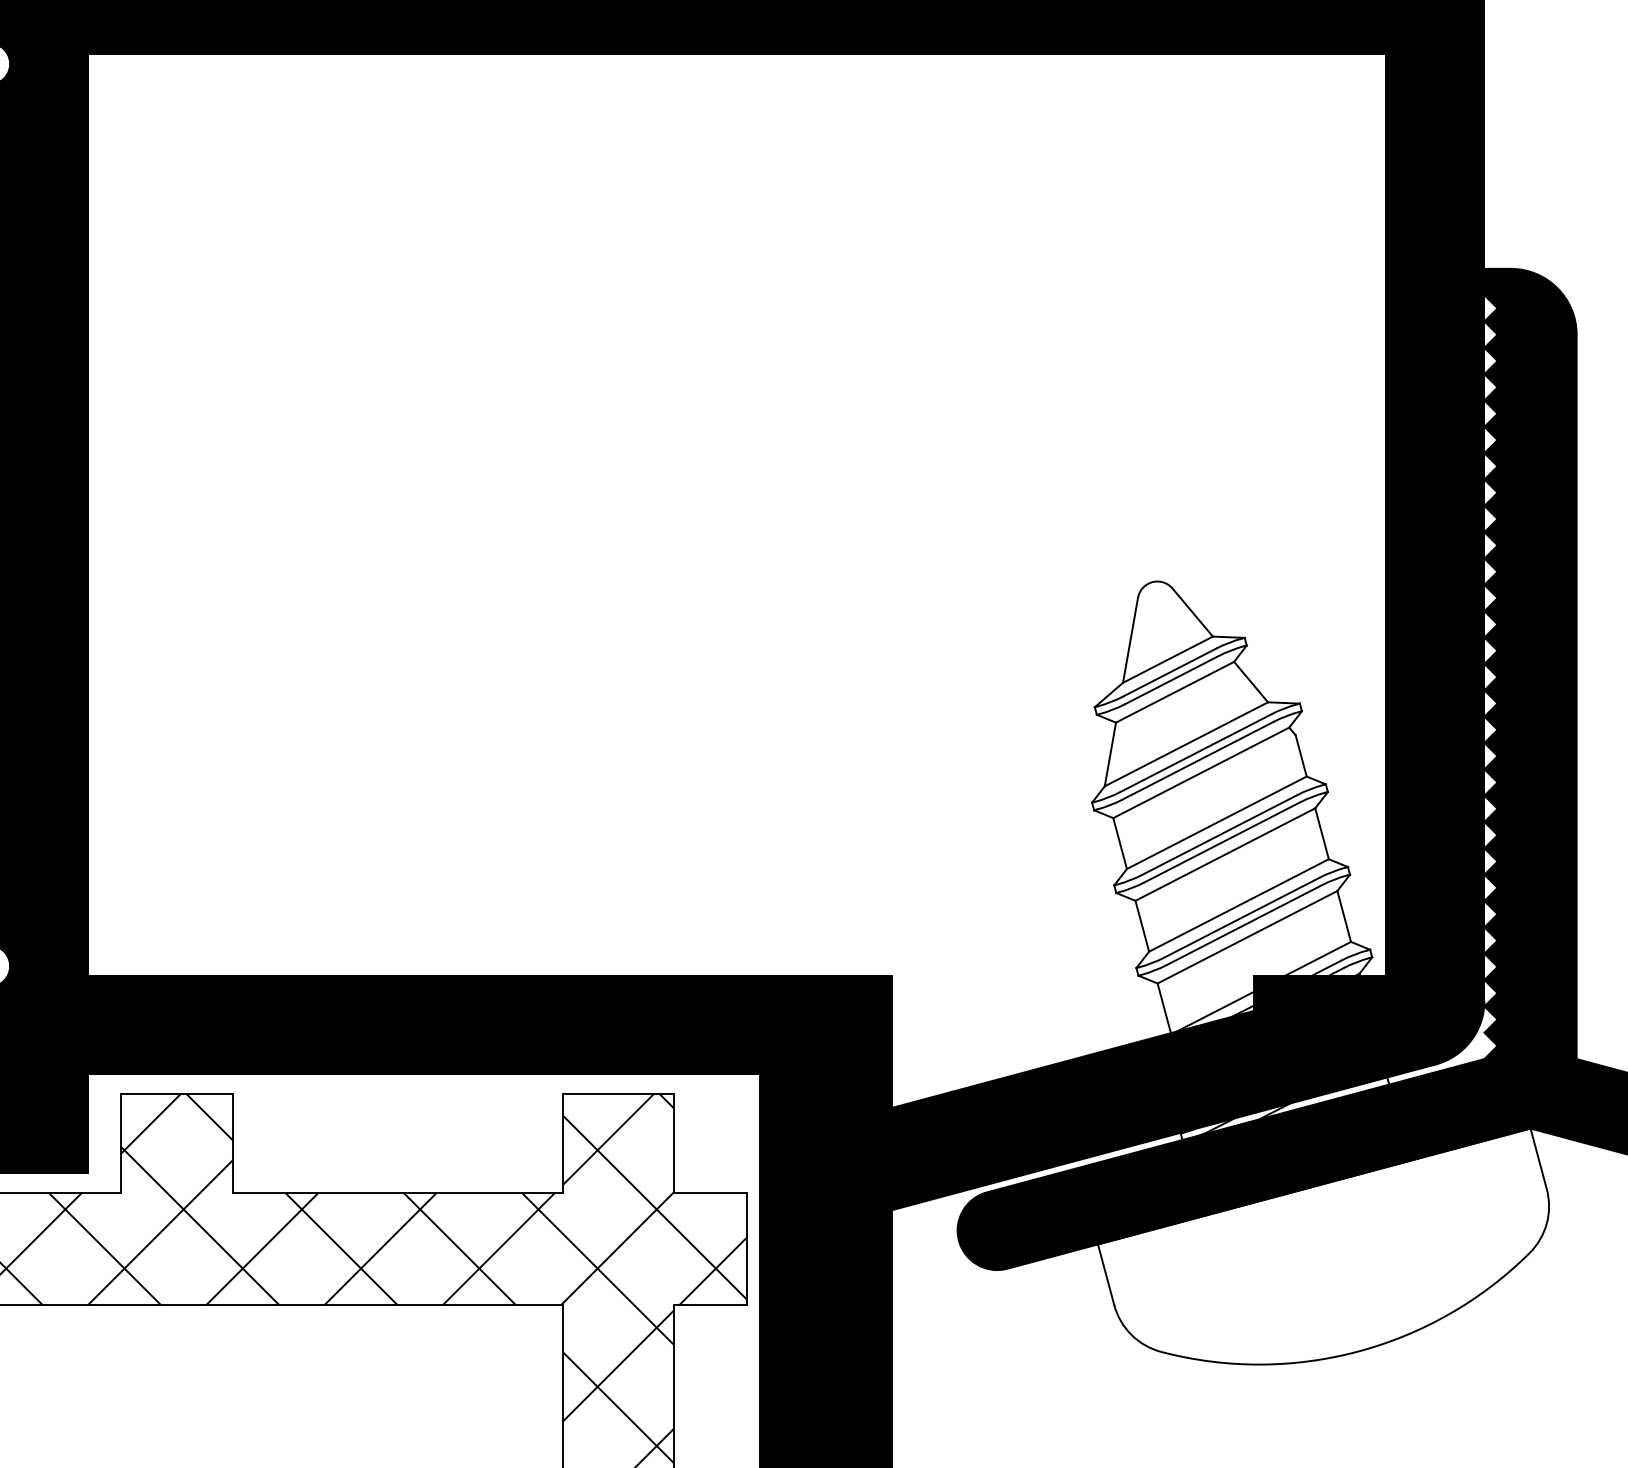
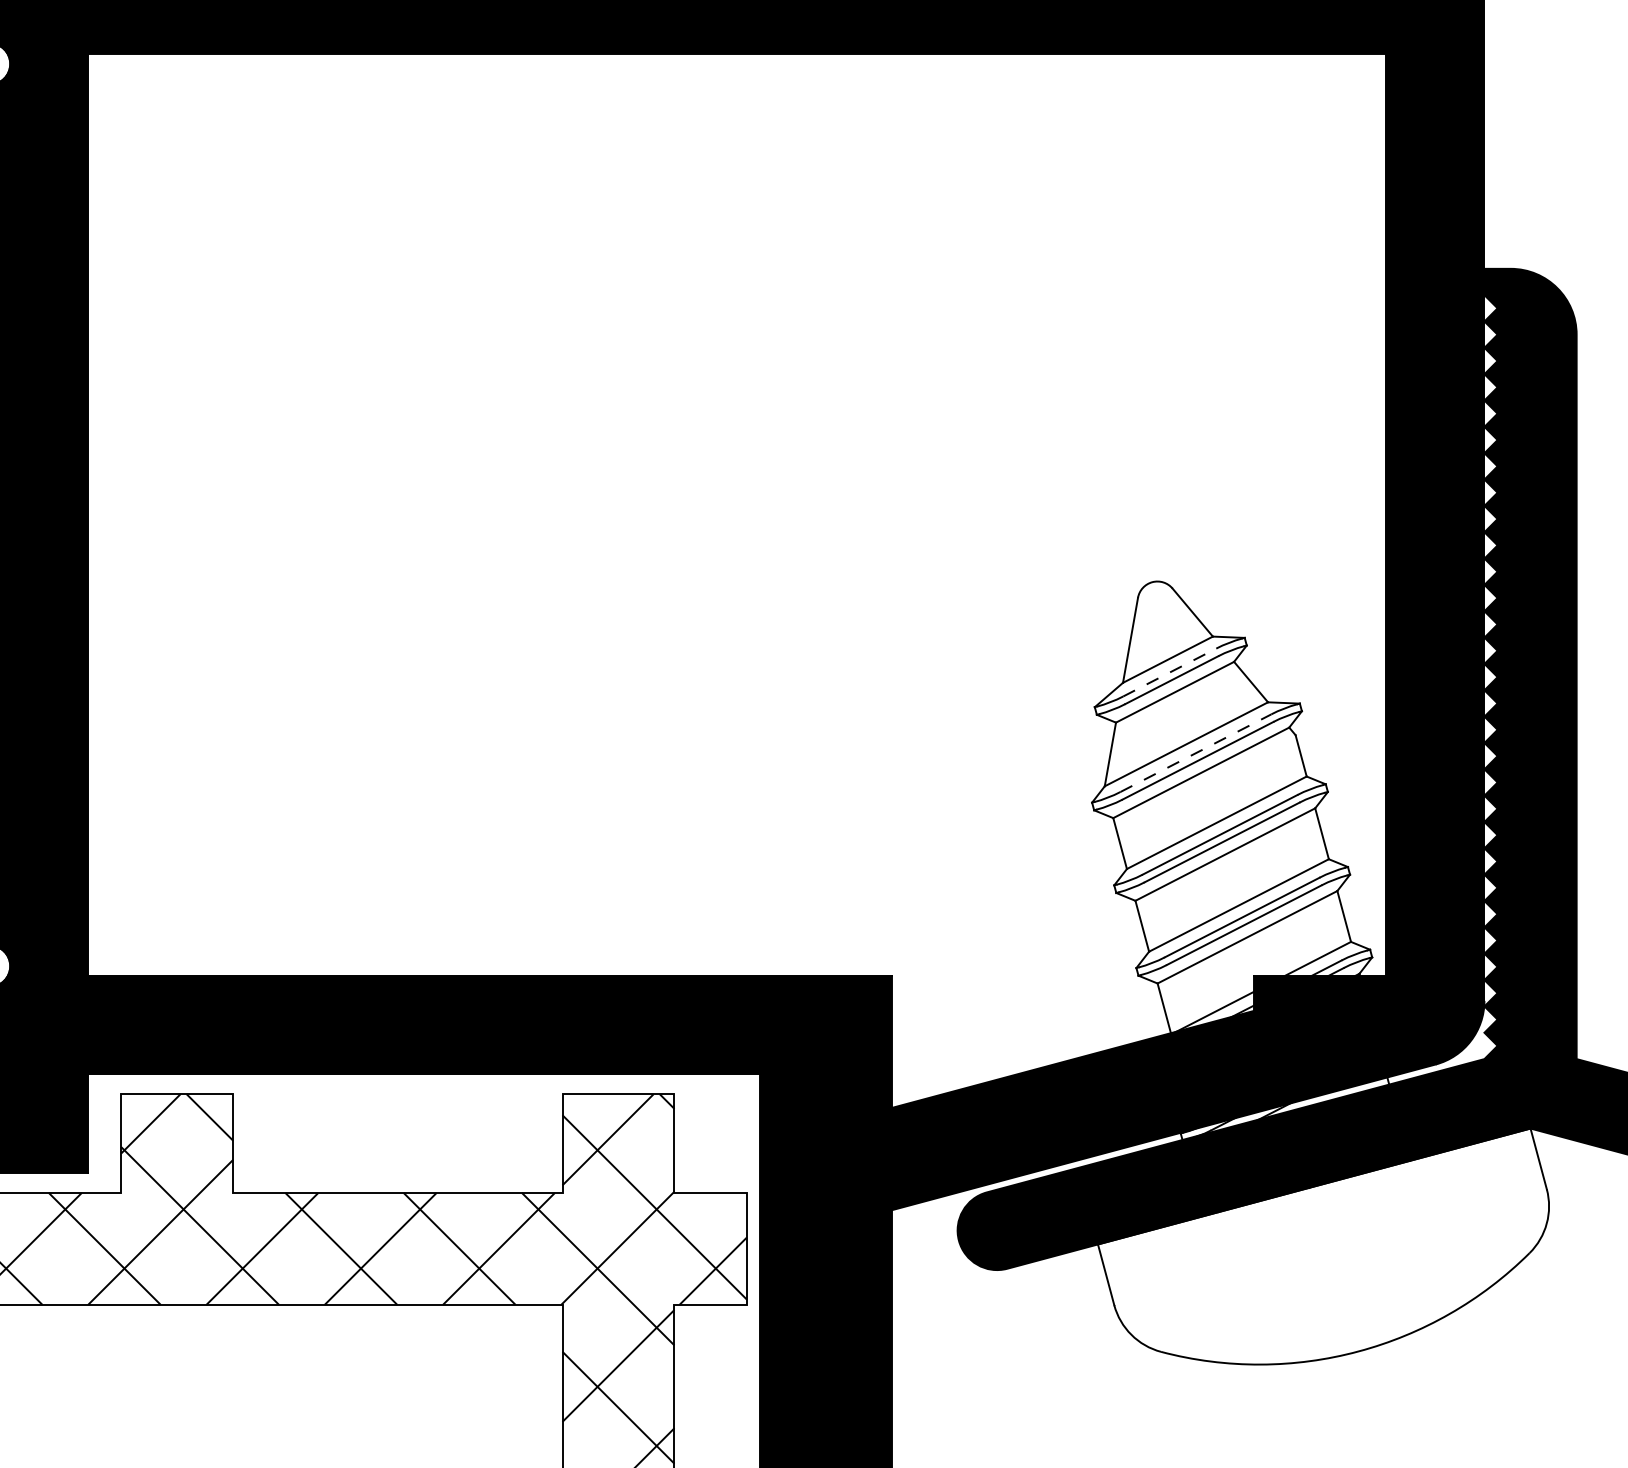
line at (1170, 672): solid -> dashed
line at (1196, 753): solid -> dashed
